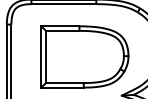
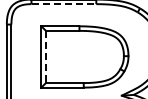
line at (64, 4): solid -> dashed
line at (45, 57): solid -> dashed
